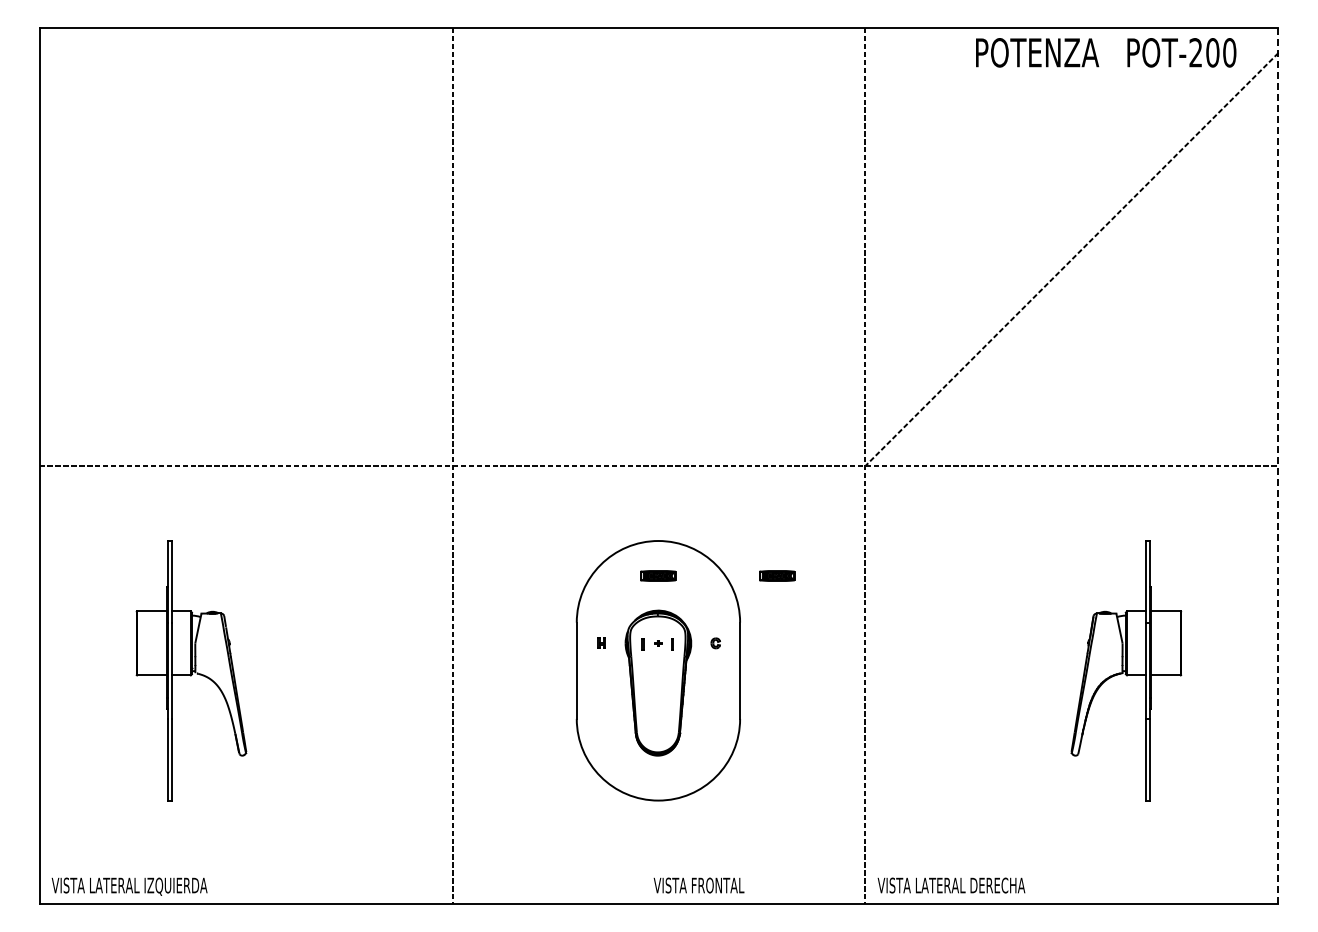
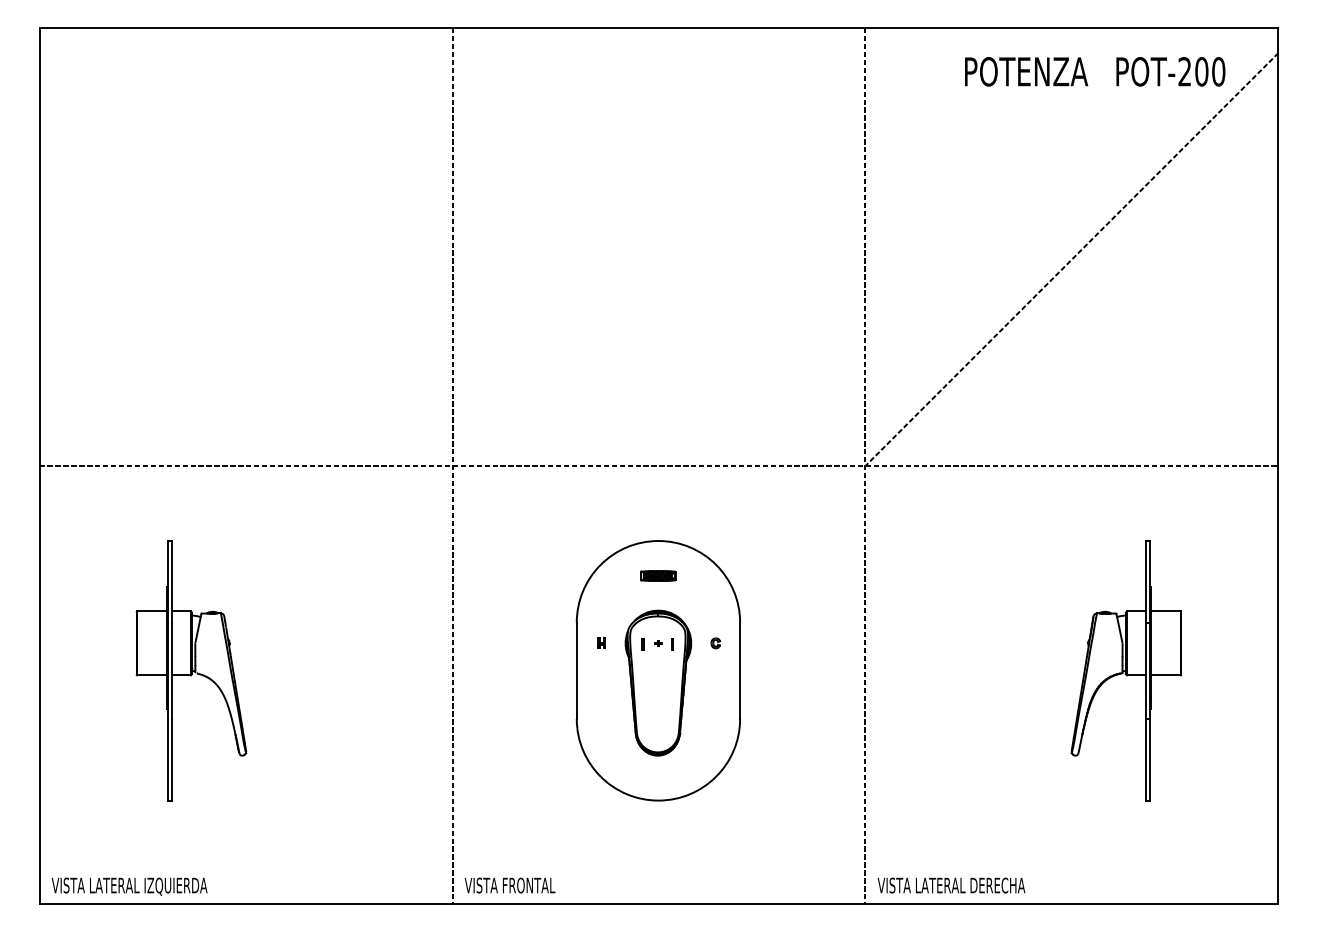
text at (1106, 52) position: (1106, 52) -> (1095, 71)
line at (1278, 466): dashed -> solid
part at (777, 575): present -> none
text at (698, 885) position: (698, 885) -> (509, 885)
